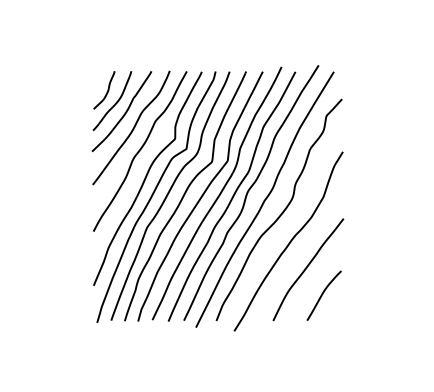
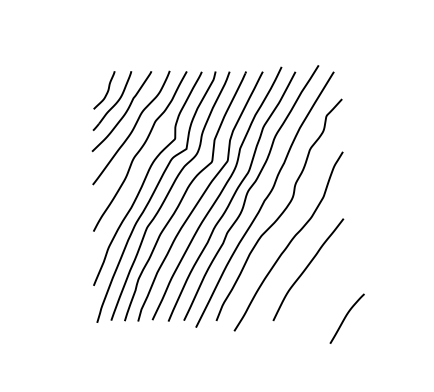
curve at (323, 294) position: (323, 294) -> (346, 317)
